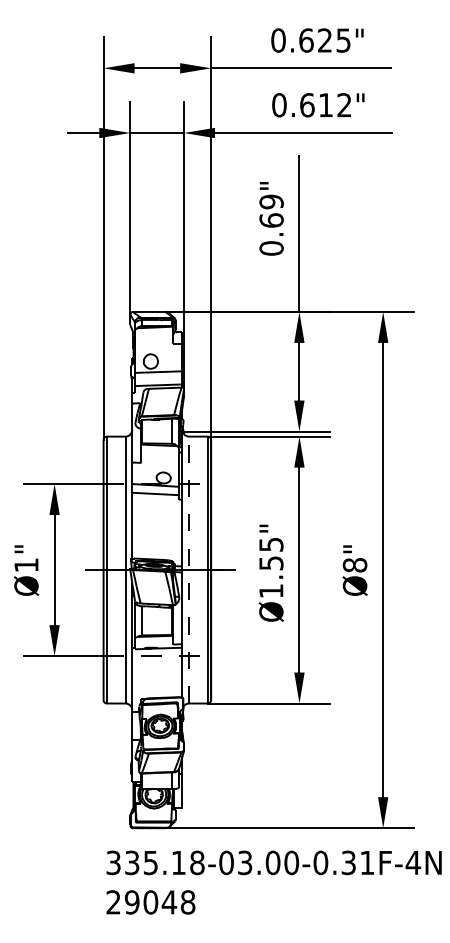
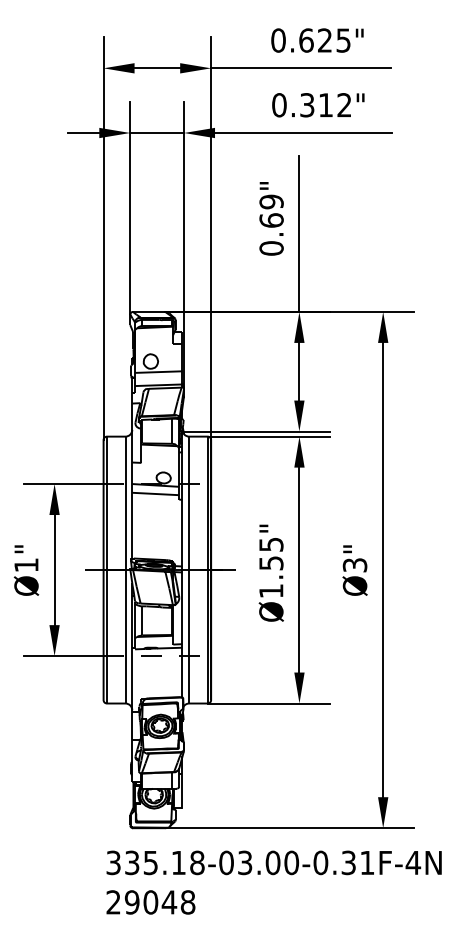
text at (307, 105): 0.612" -> 0.312"
text at (355, 565): Ø8" -> Ø3"
line at (189, 569): dashed -> solid
